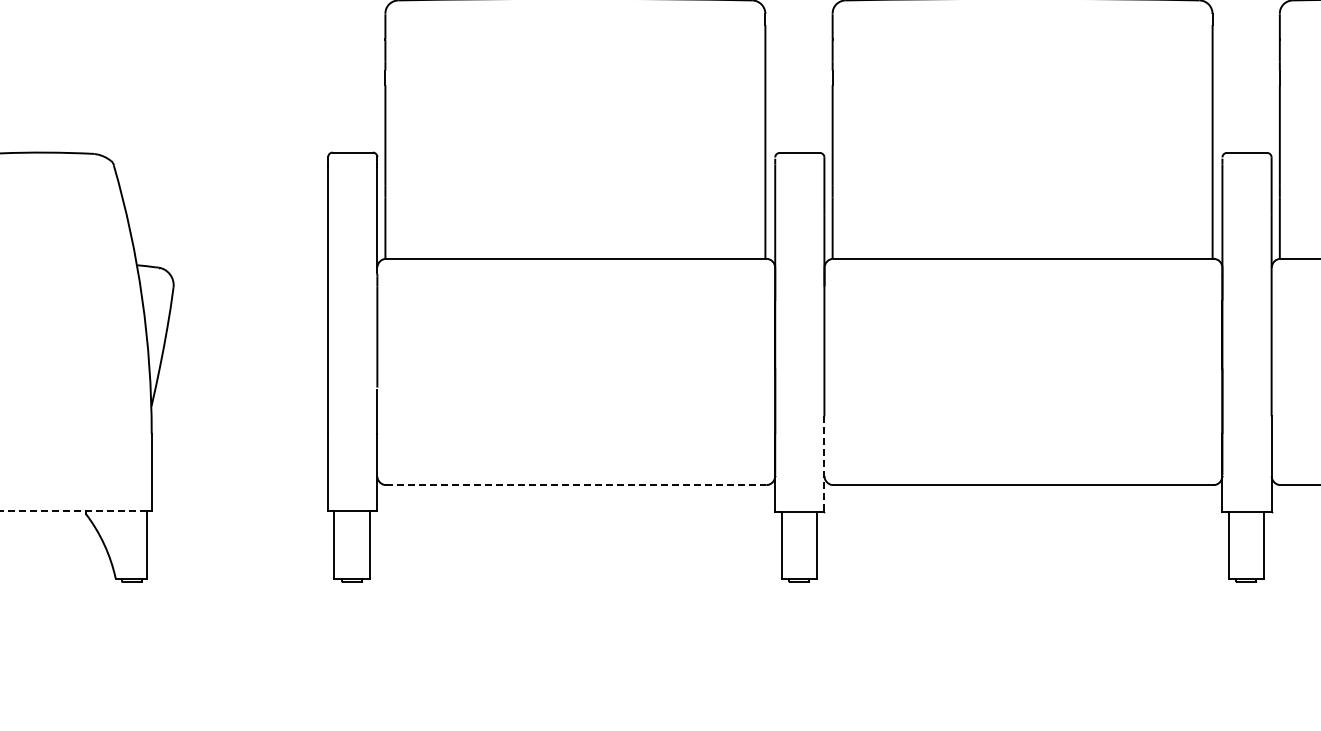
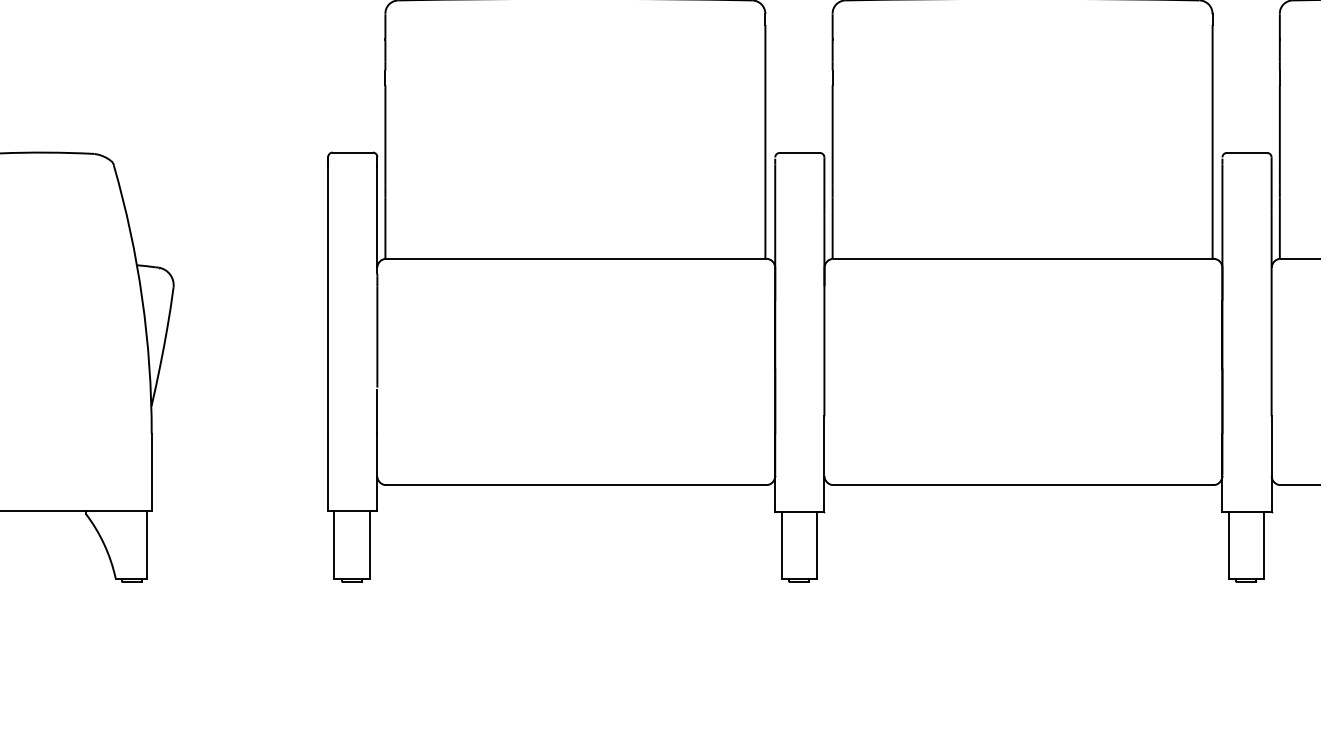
line at (824, 464): dashed -> solid
line at (576, 485): dashed -> solid
line at (74, 511): dashed -> solid
